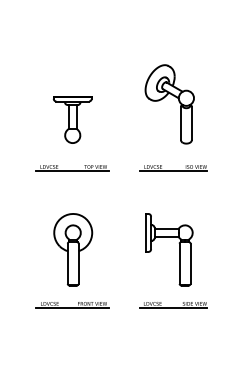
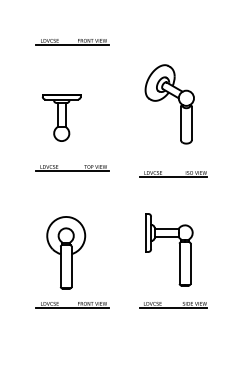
part at (72, 42): none -> present
part at (72, 119) position: (72, 119) -> (61, 117)
part at (173, 168) position: (173, 168) -> (173, 174)
part at (73, 249) position: (73, 249) -> (66, 252)
